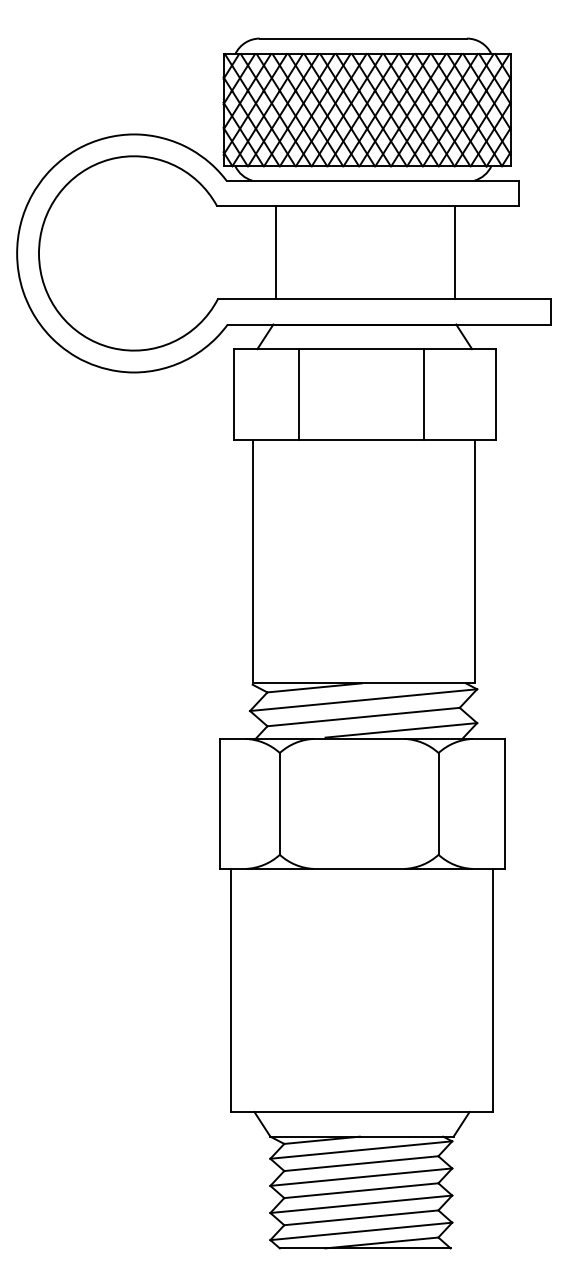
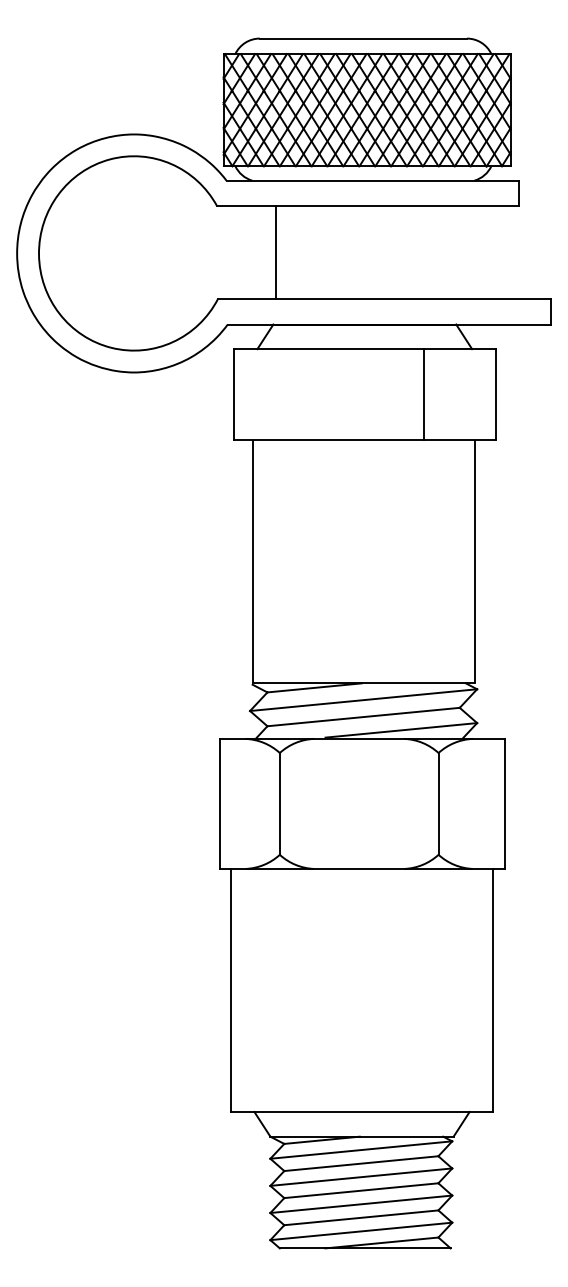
line at (454, 252): present -> none
line at (299, 394): present -> none
